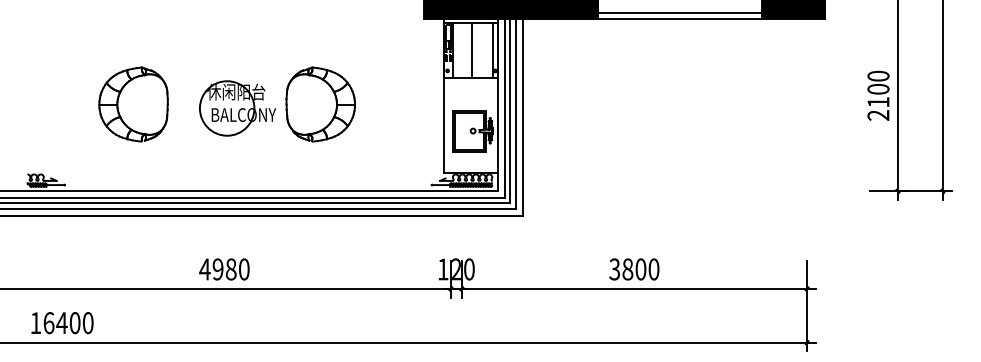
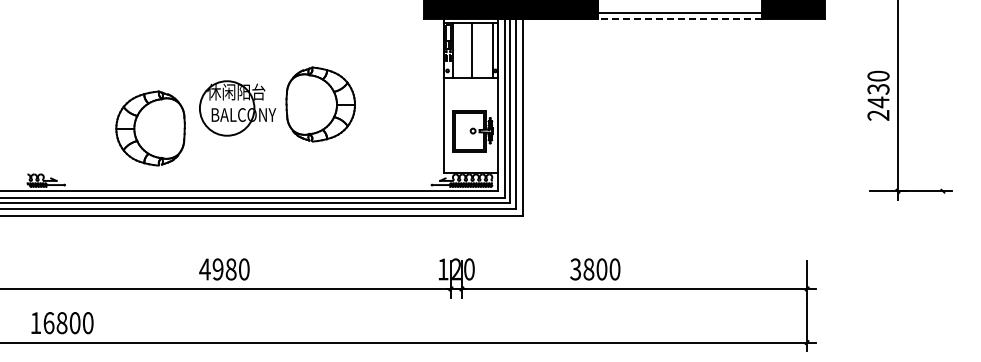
line at (679, 18): solid -> dashed
text at (878, 96): 2100 -> 2430
line at (942, 100): present -> none
part at (133, 104) position: (133, 104) -> (150, 128)
text at (634, 269) position: (634, 269) -> (595, 269)
text at (61, 323): 16400 -> 16800
